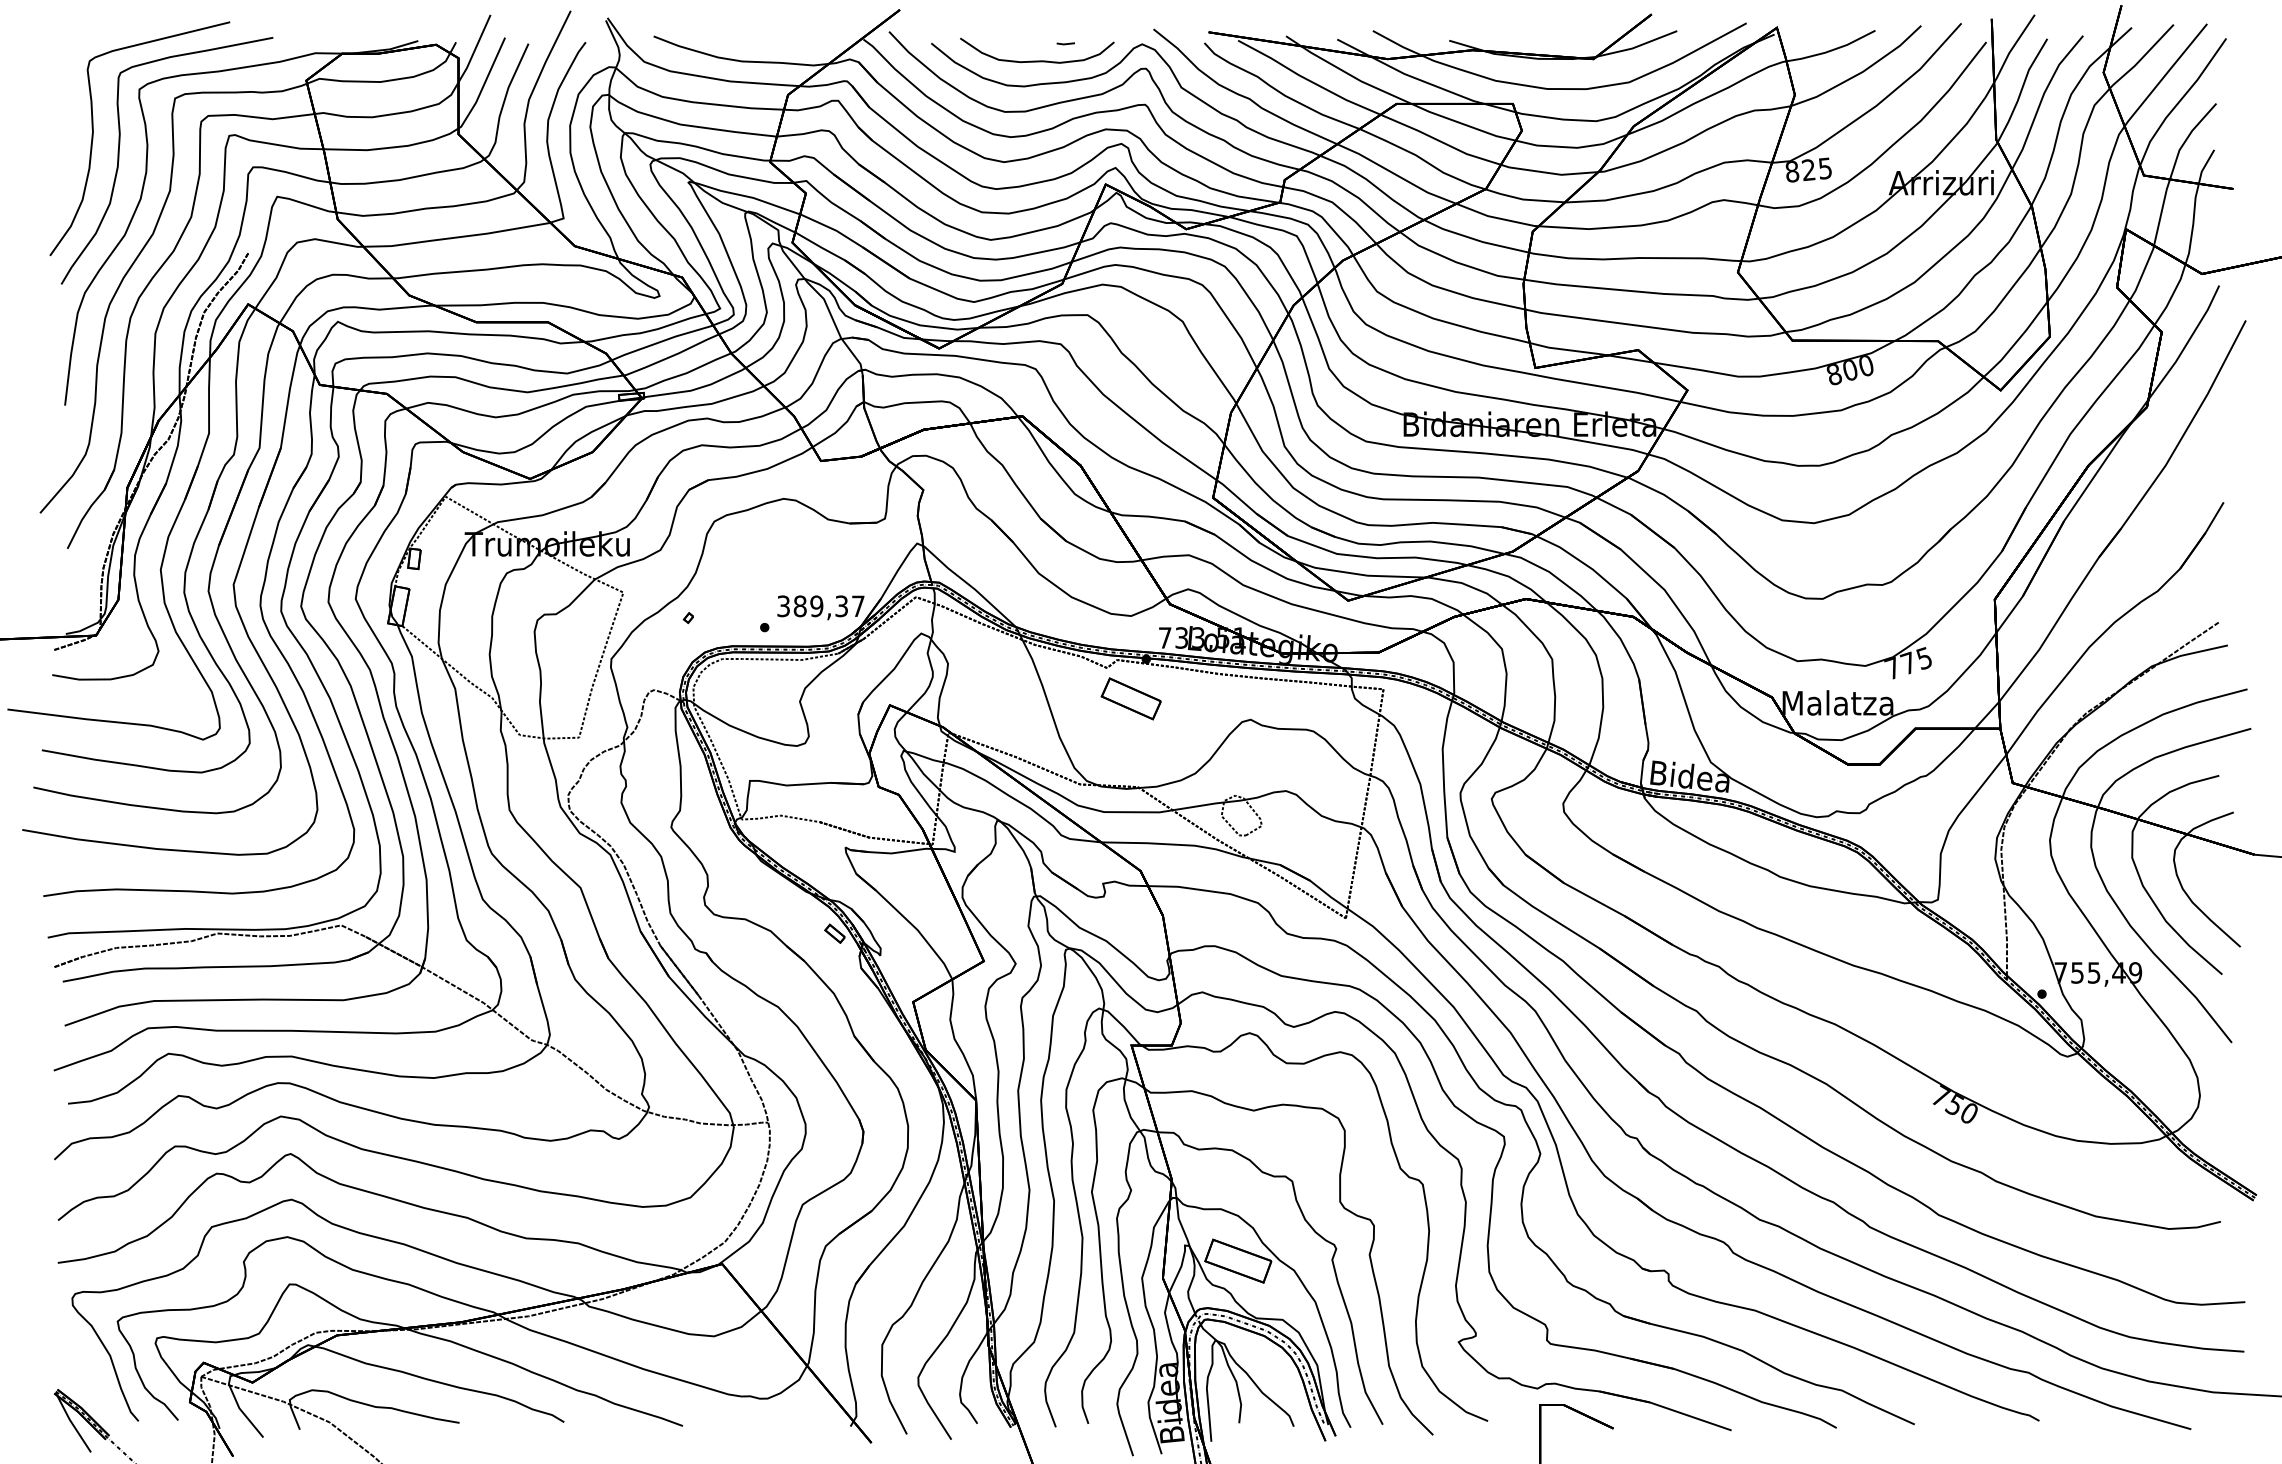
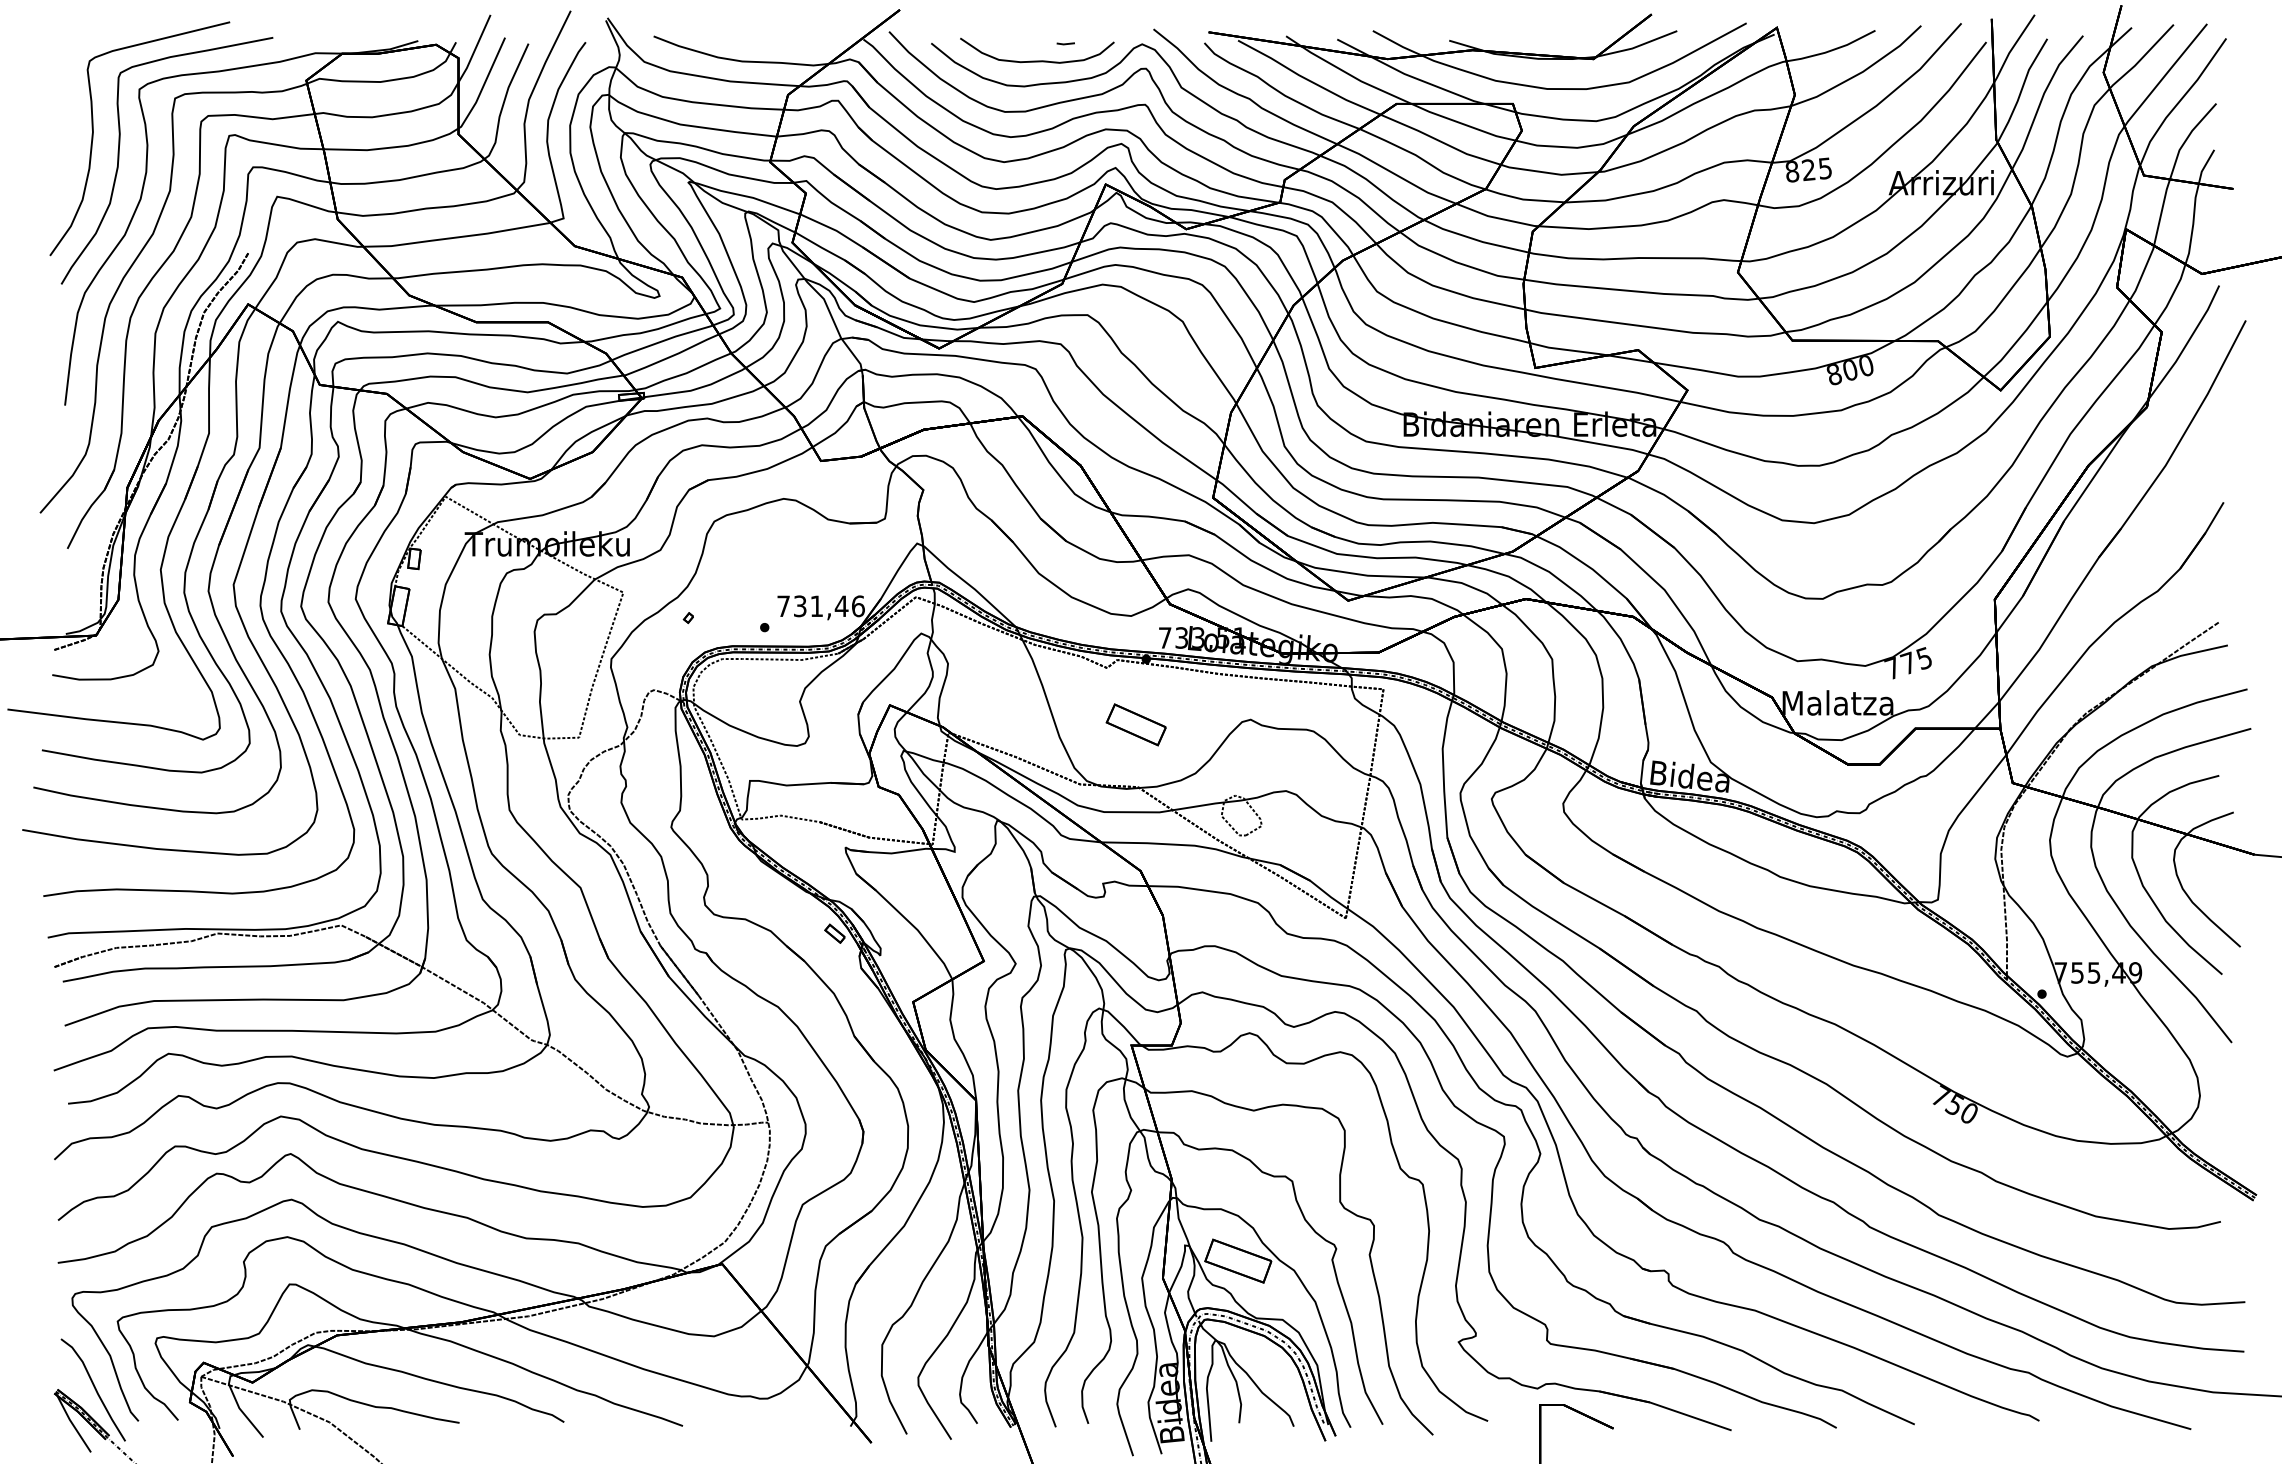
text at (820, 606): 389,37 -> 731,46
part at (1130, 698) position: (1130, 698) -> (1135, 724)
curve at (94, 1389): none -> present
